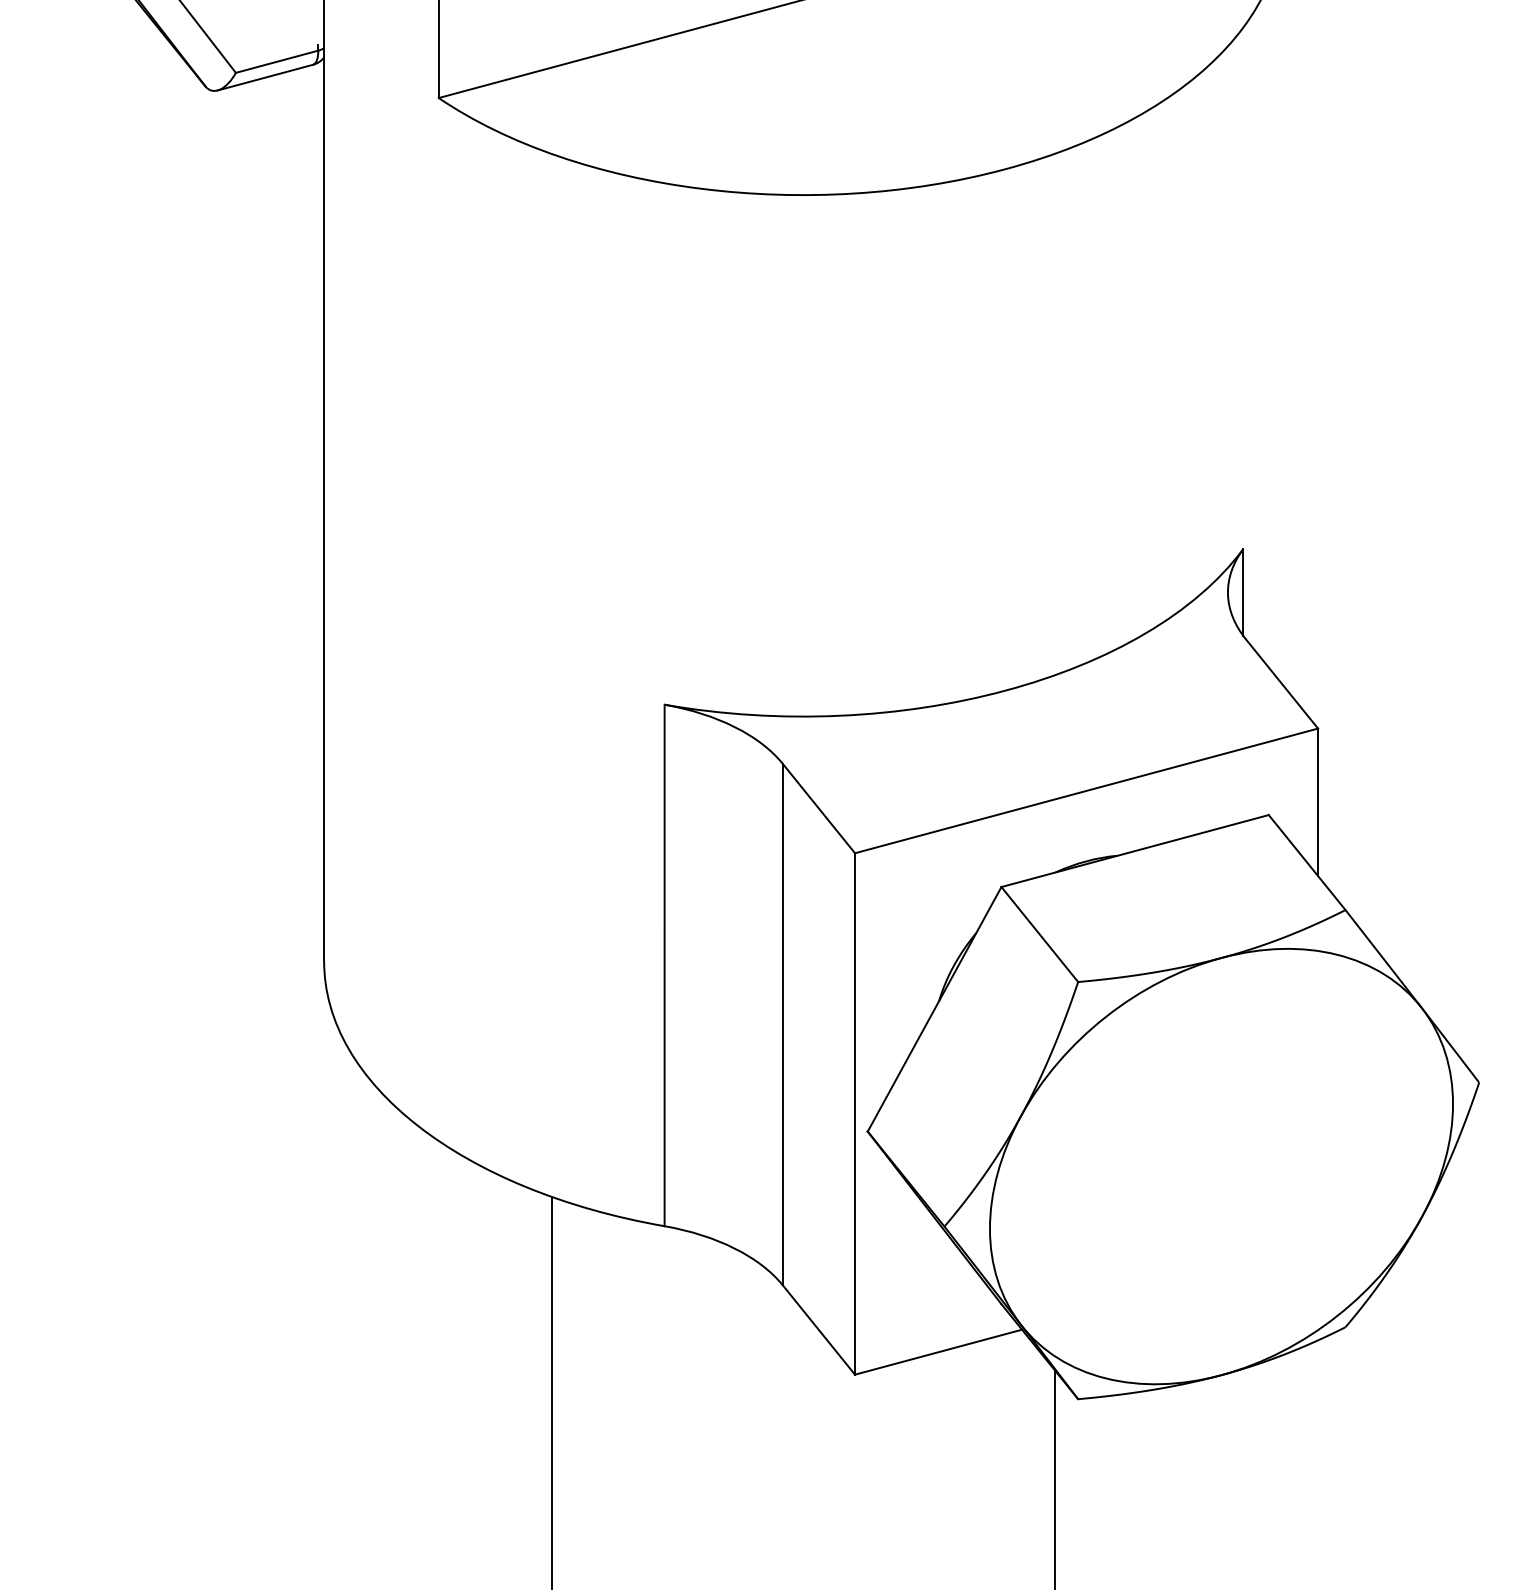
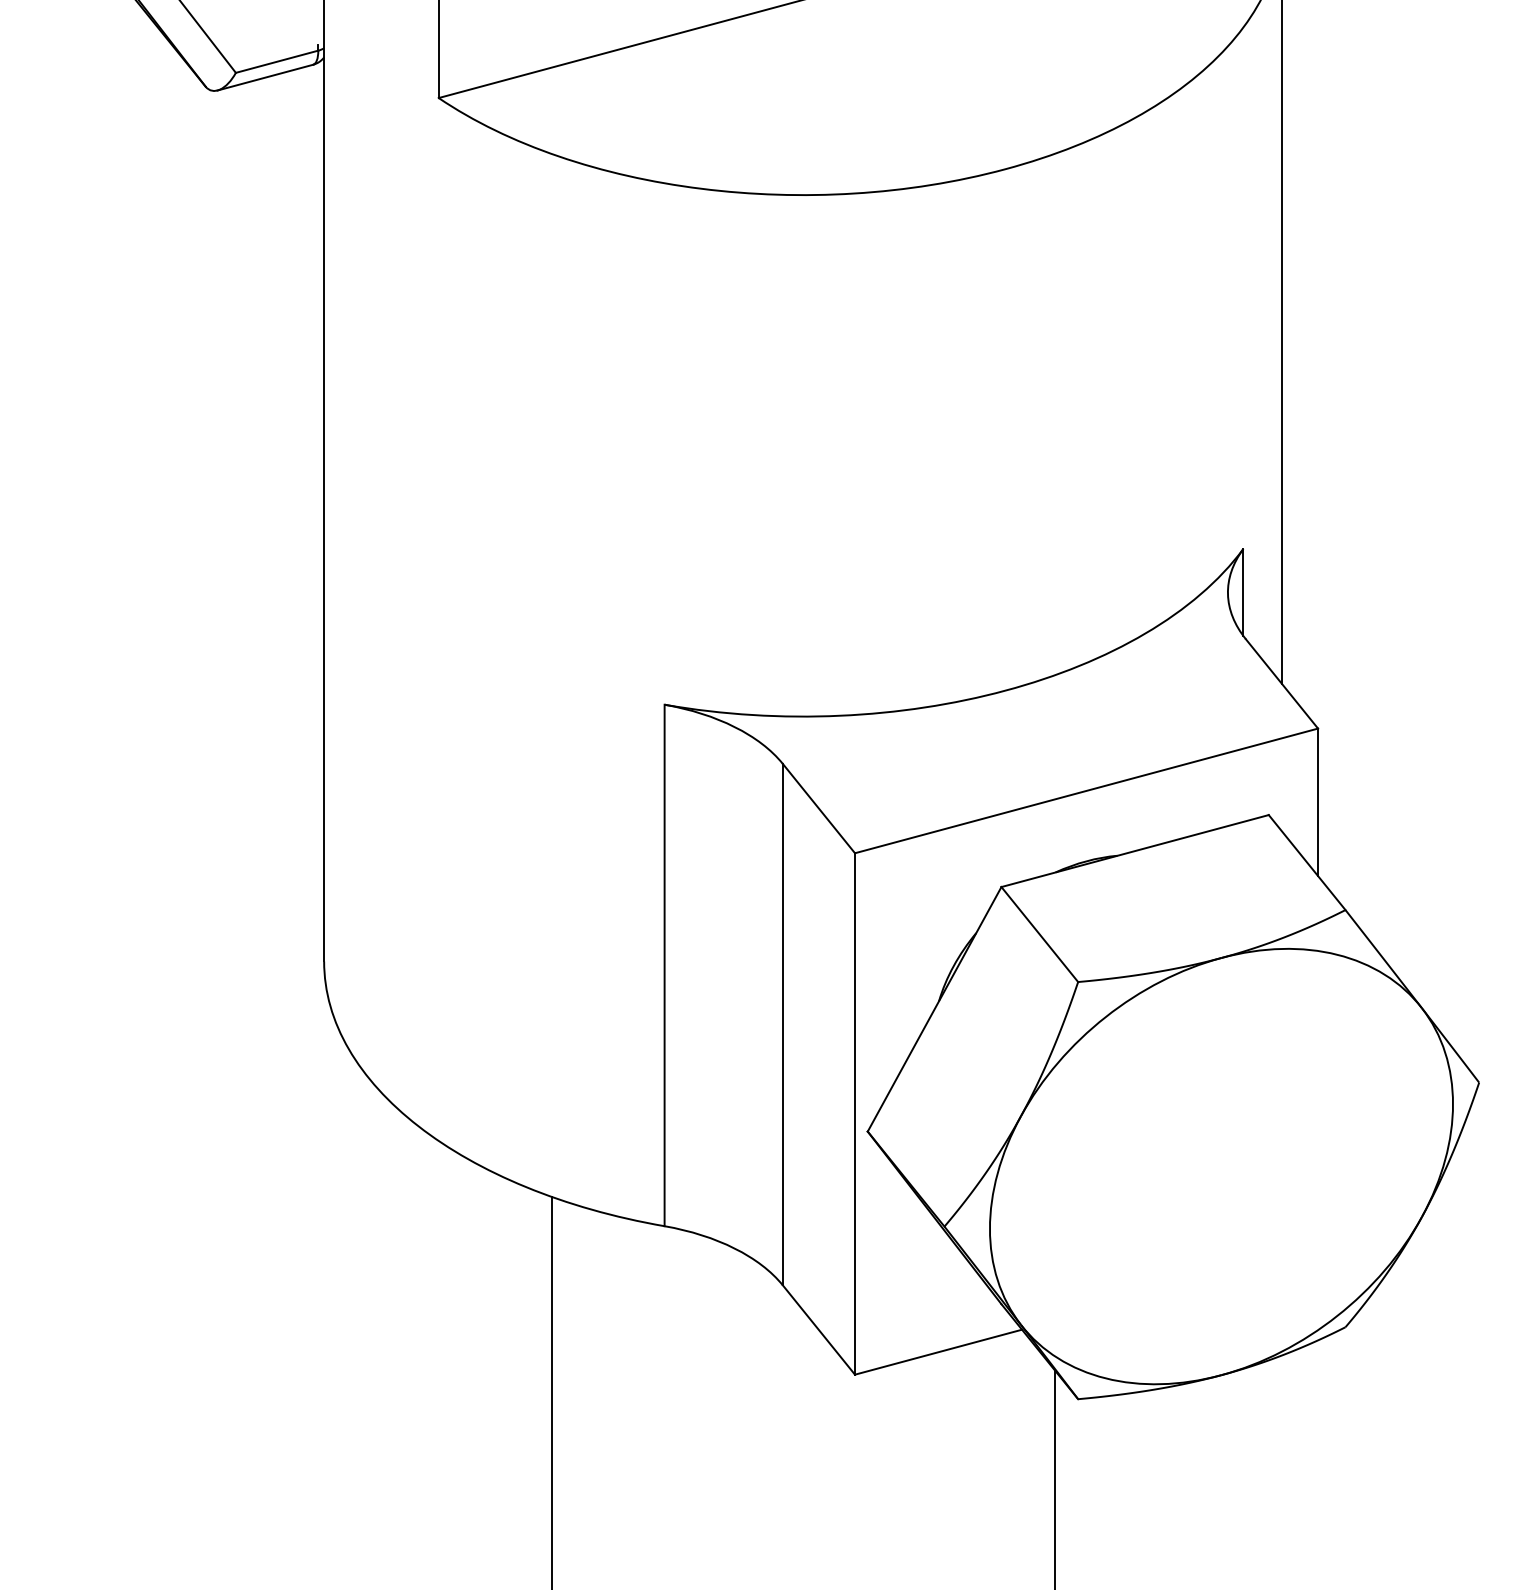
line at (1282, 343): none -> present
